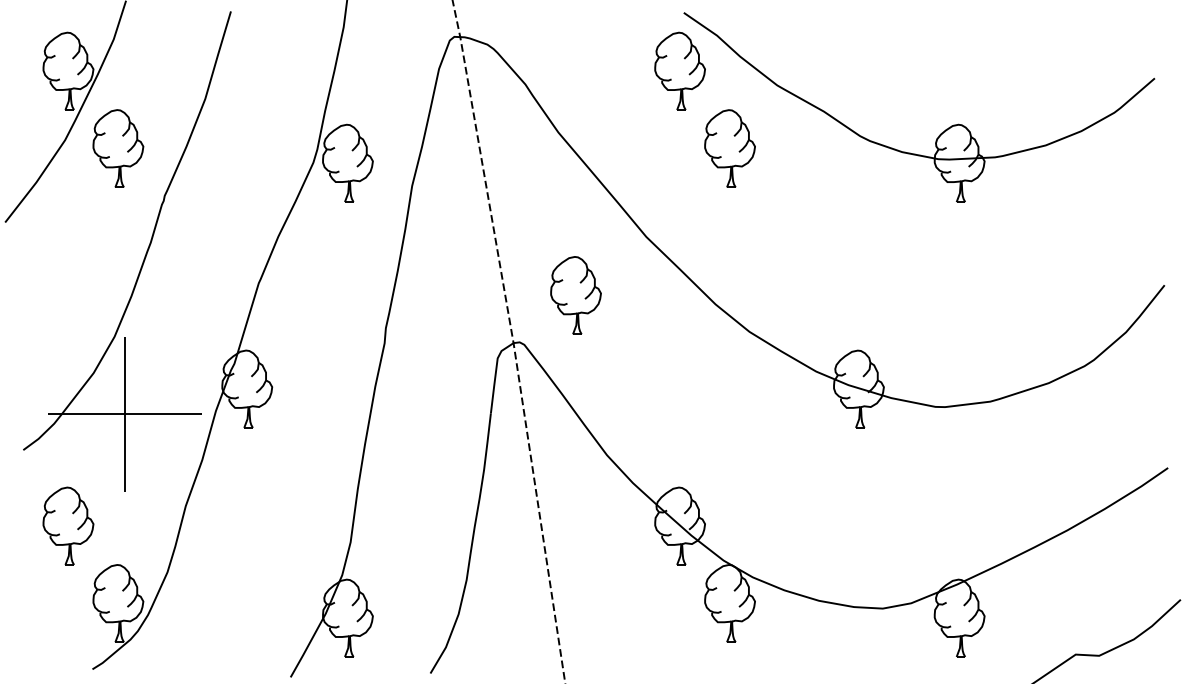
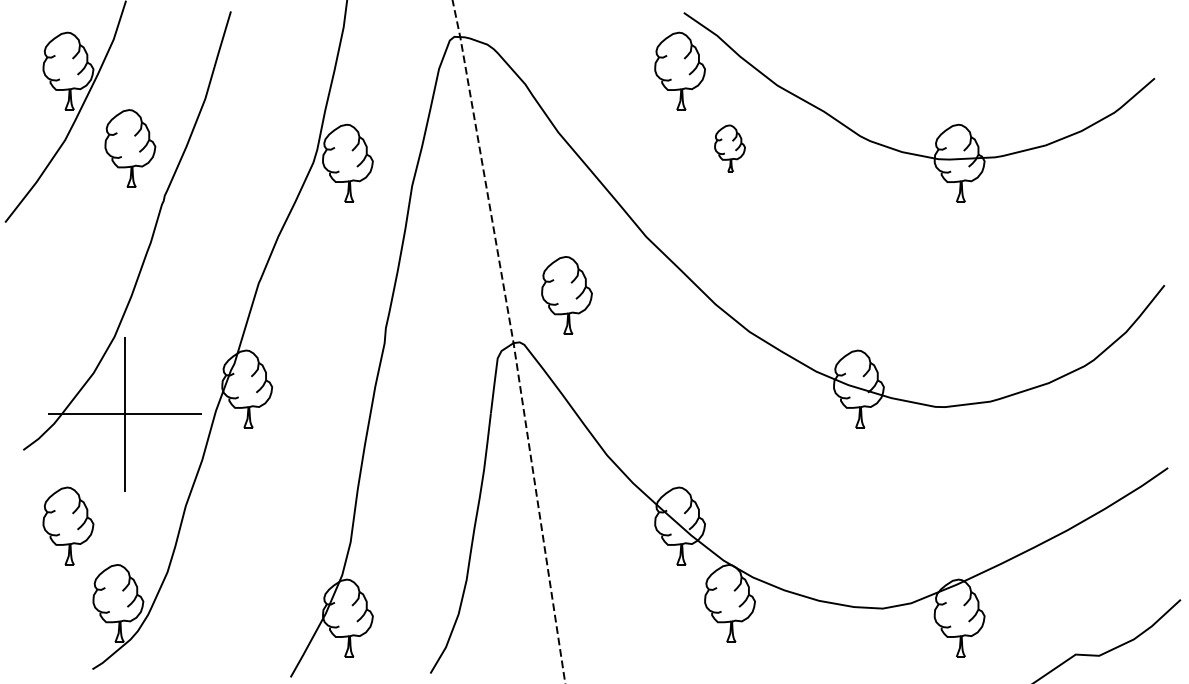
part at (118, 148) position: (118, 148) -> (130, 148)
part at (729, 148) size: 52x79 px -> 32x49 px
part at (575, 295) position: (575, 295) -> (566, 295)
